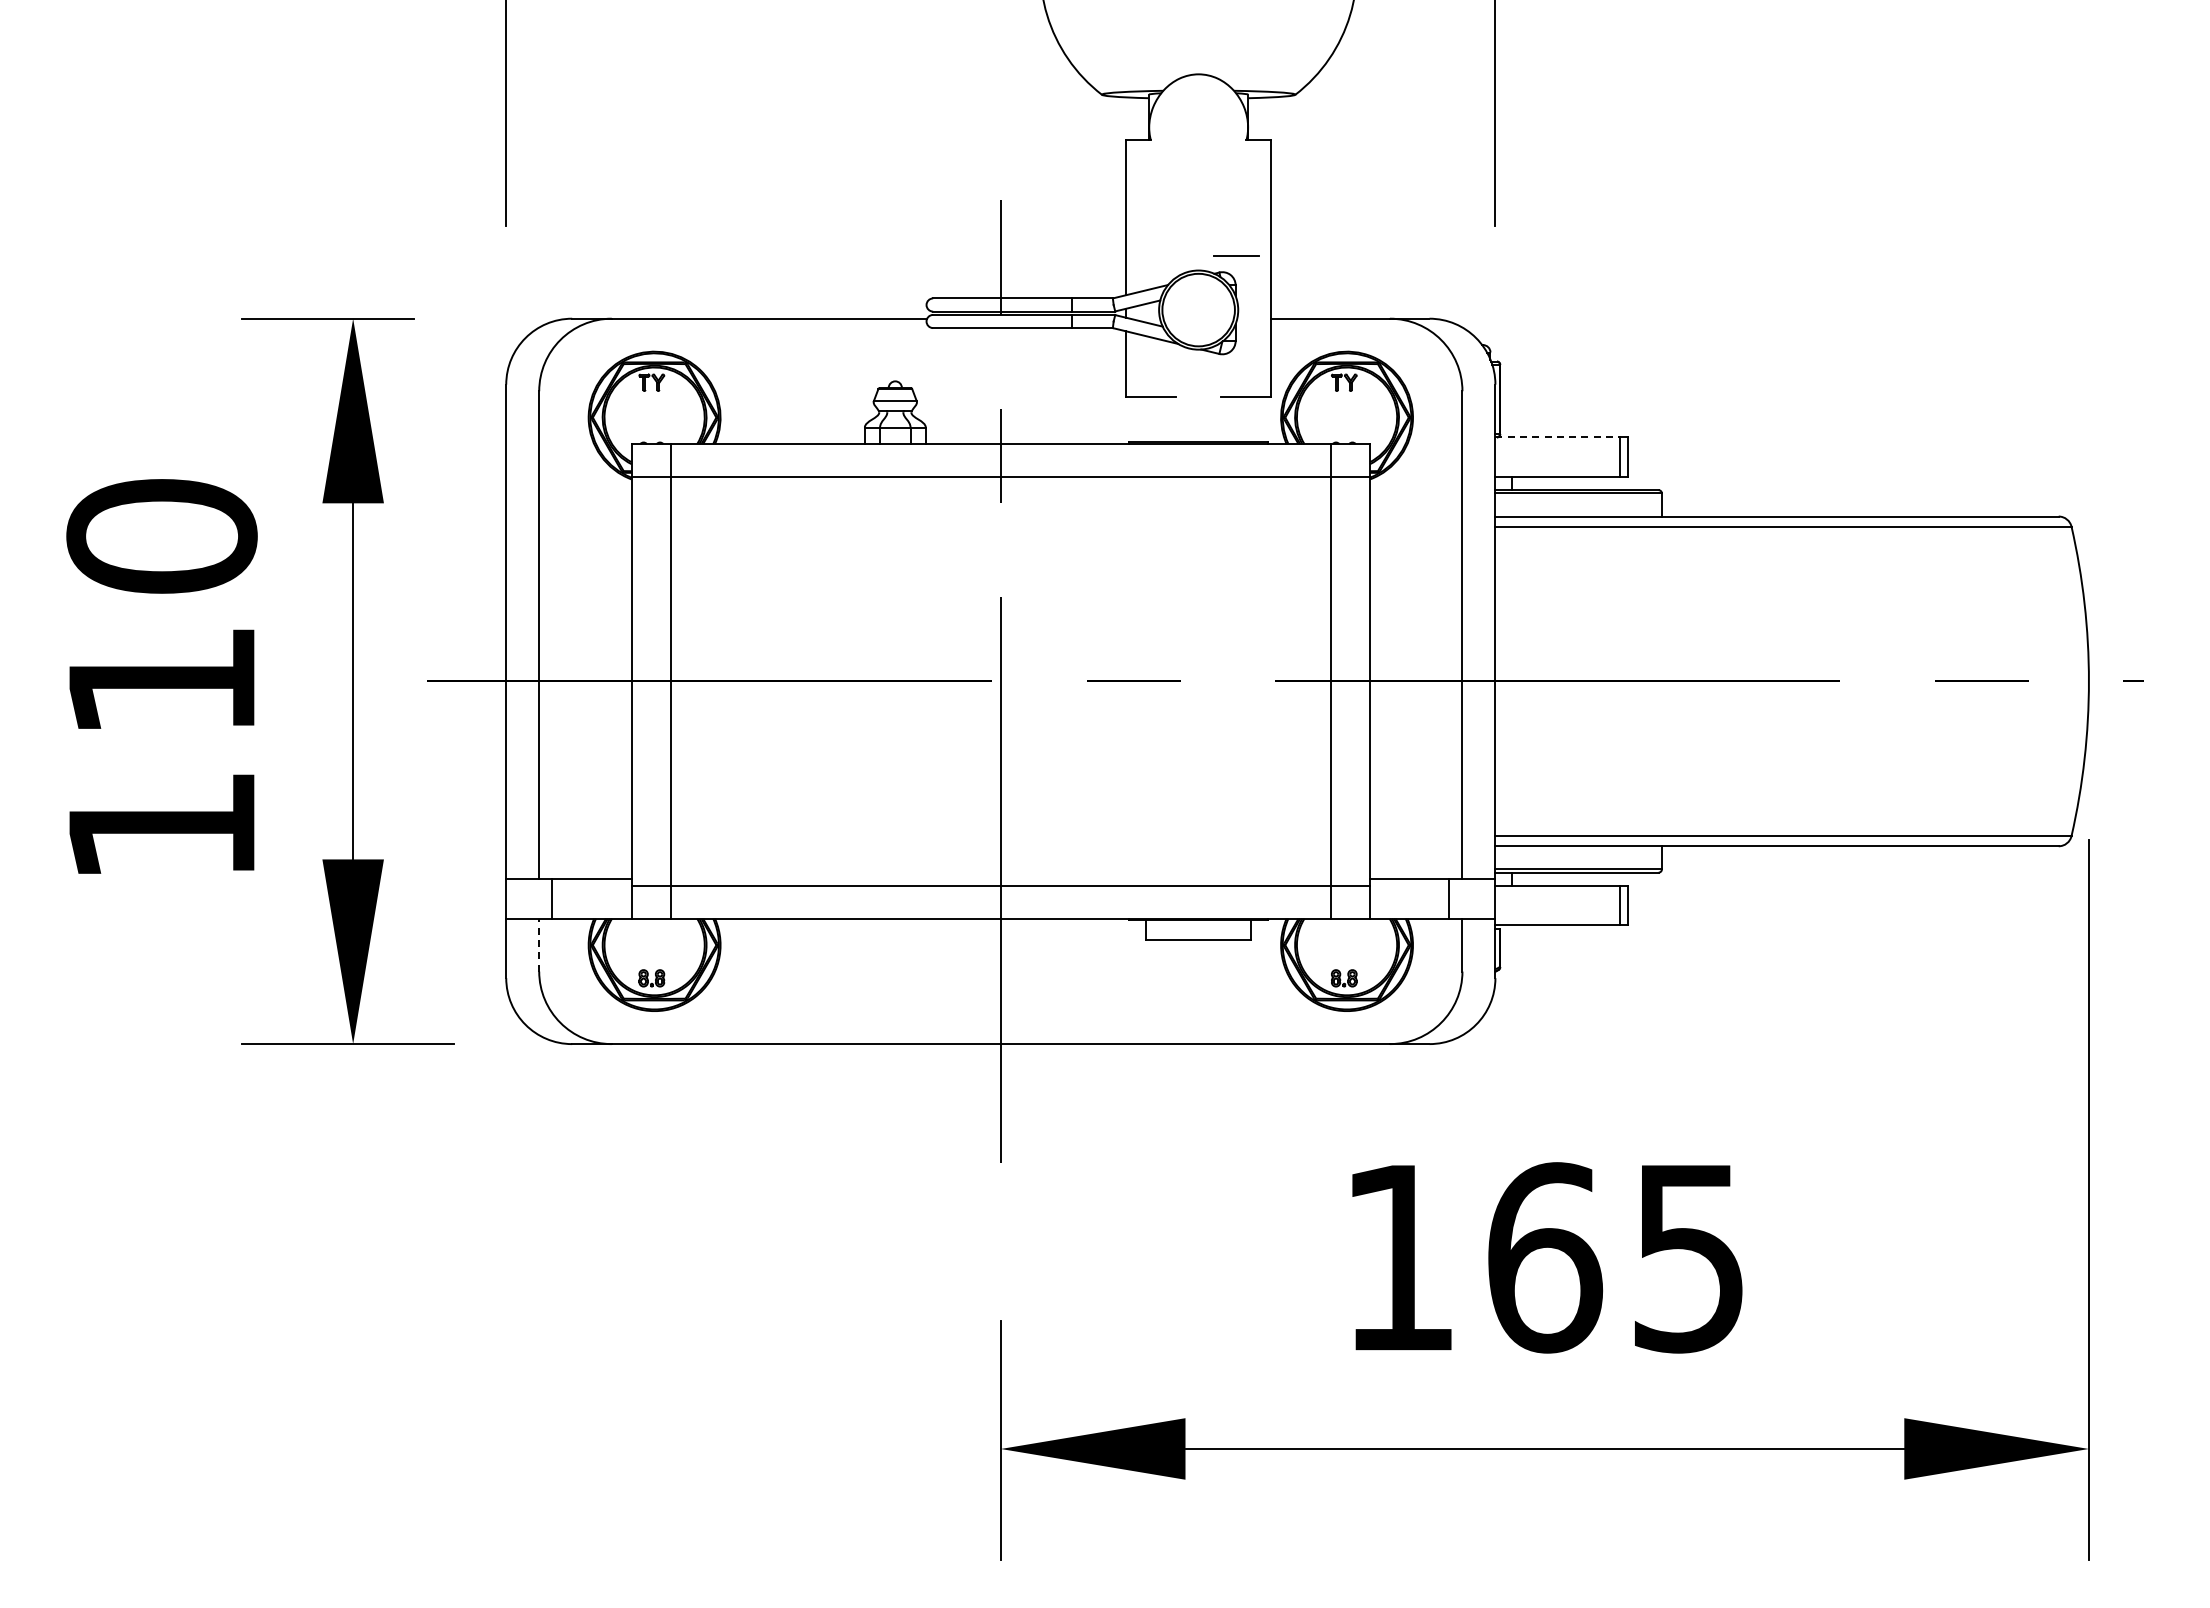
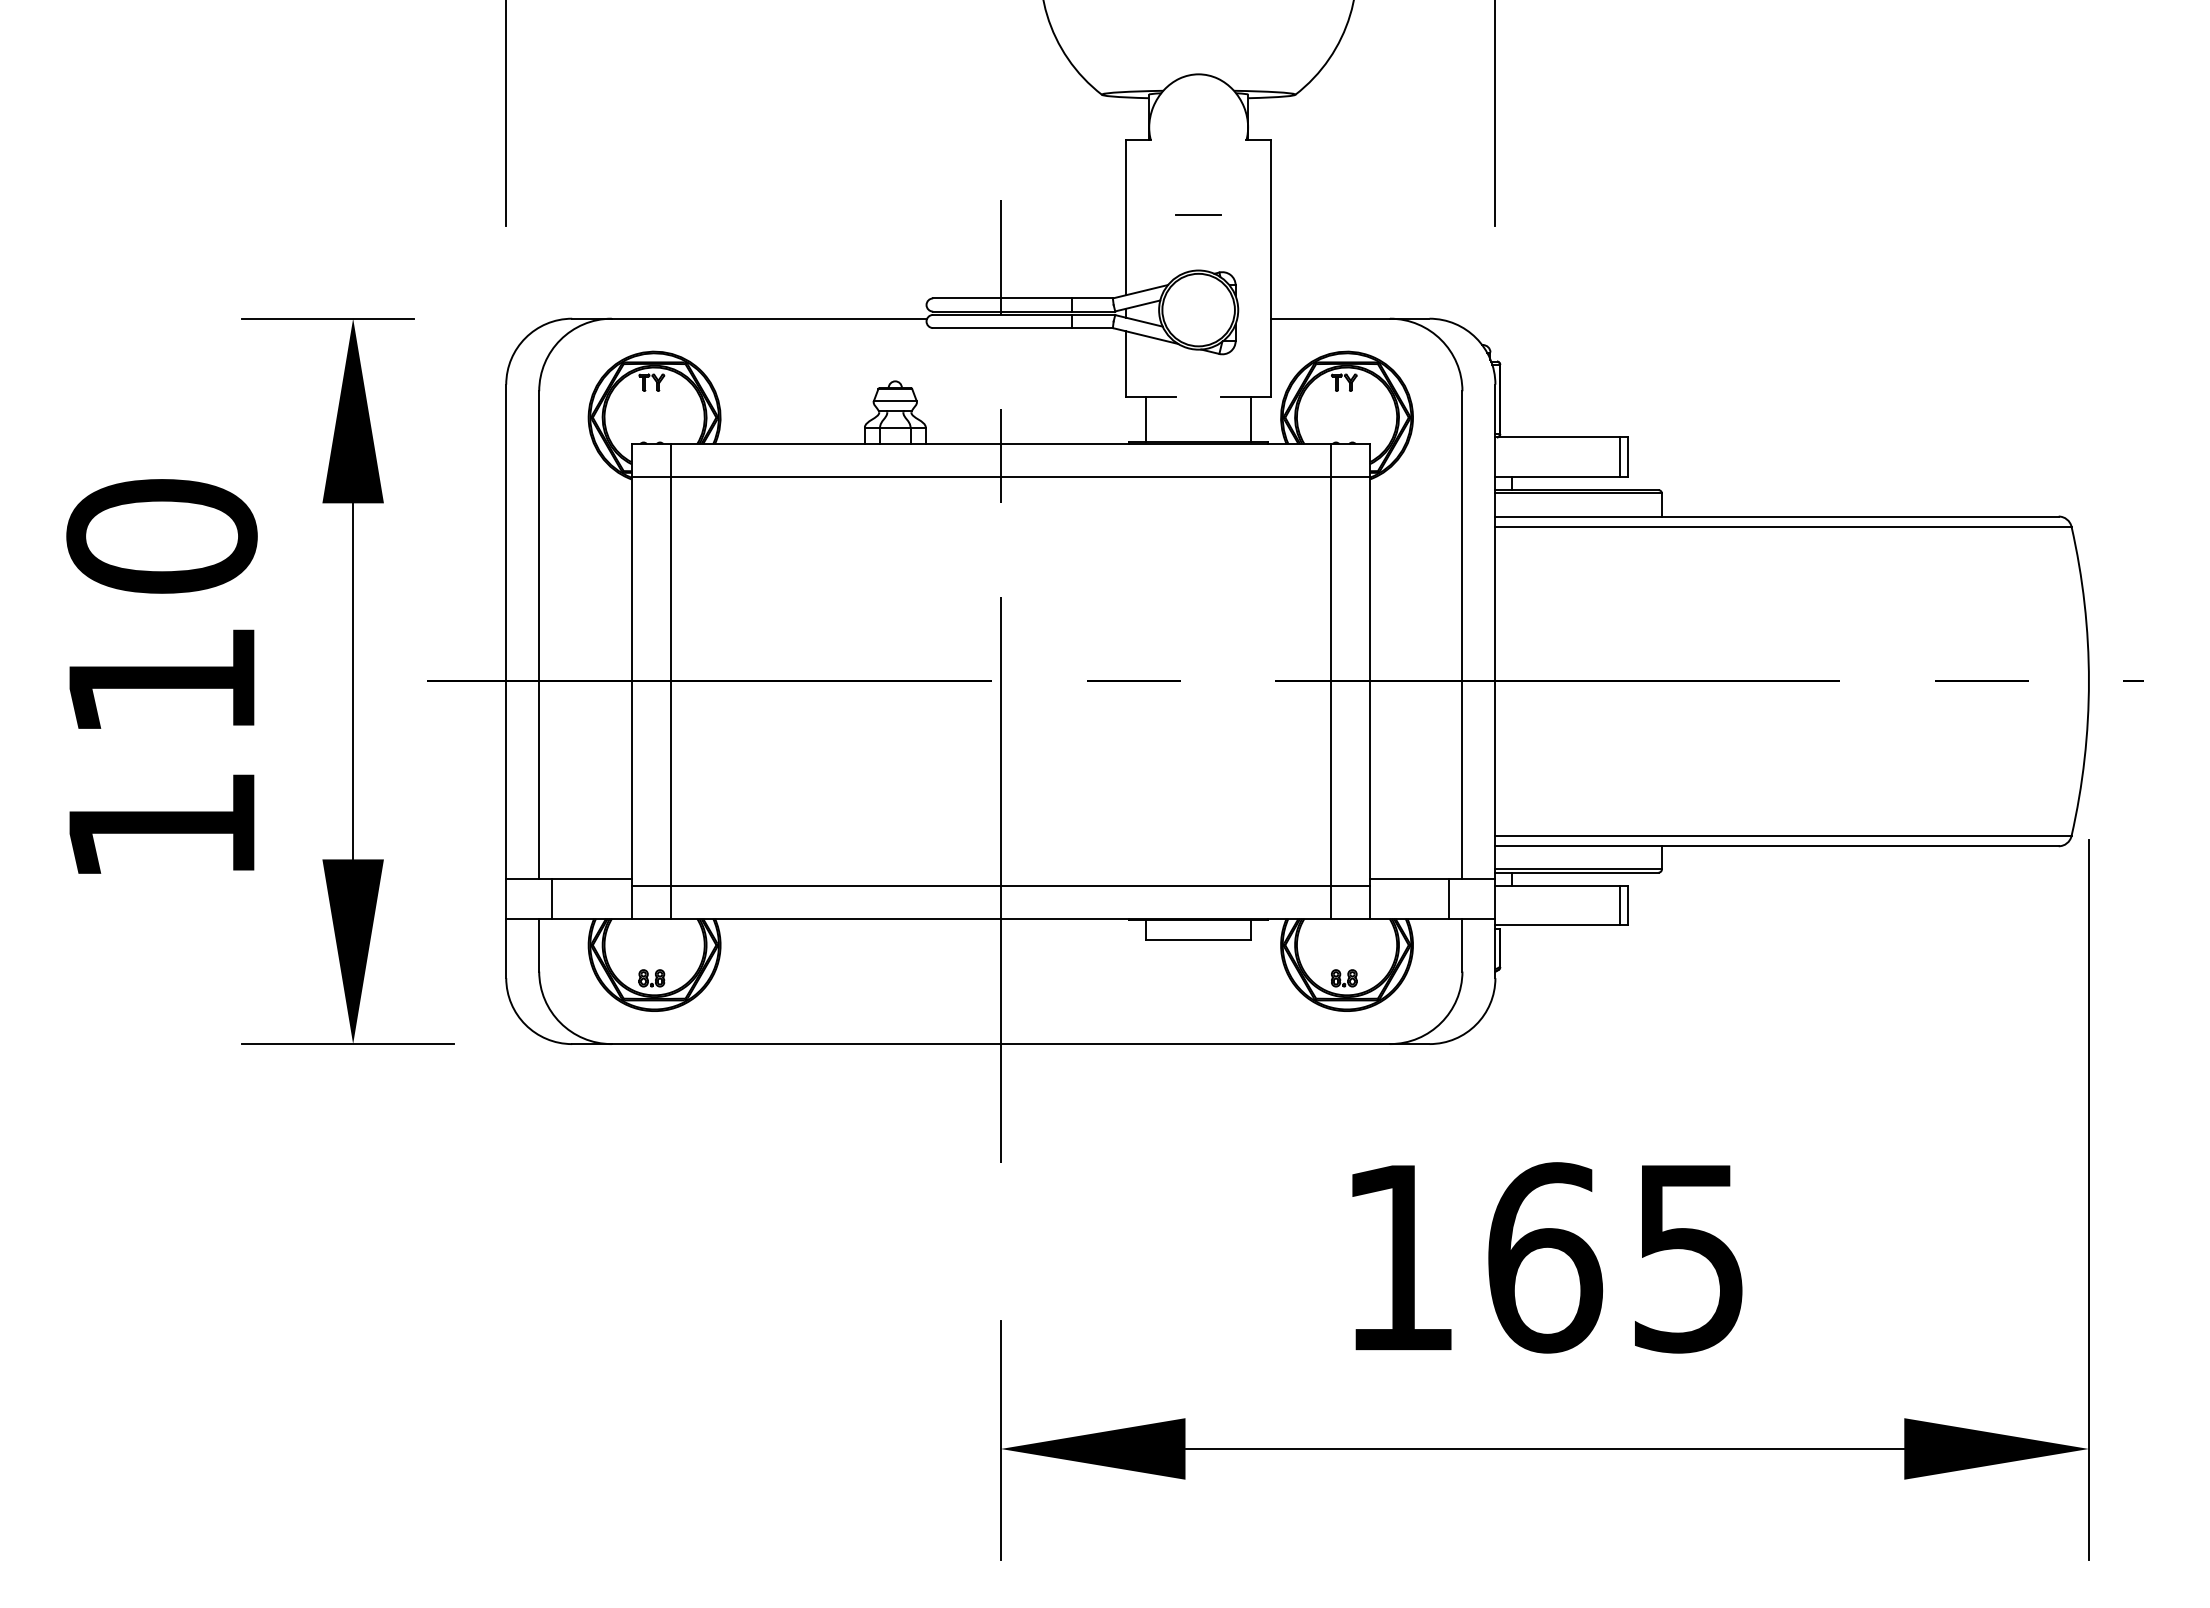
line at (1236, 255) position: (1236, 255) -> (1198, 214)
line at (1145, 419): none -> present
line at (1251, 419): none -> present
line at (1558, 437): dashed -> solid
line at (539, 944): dashed -> solid
